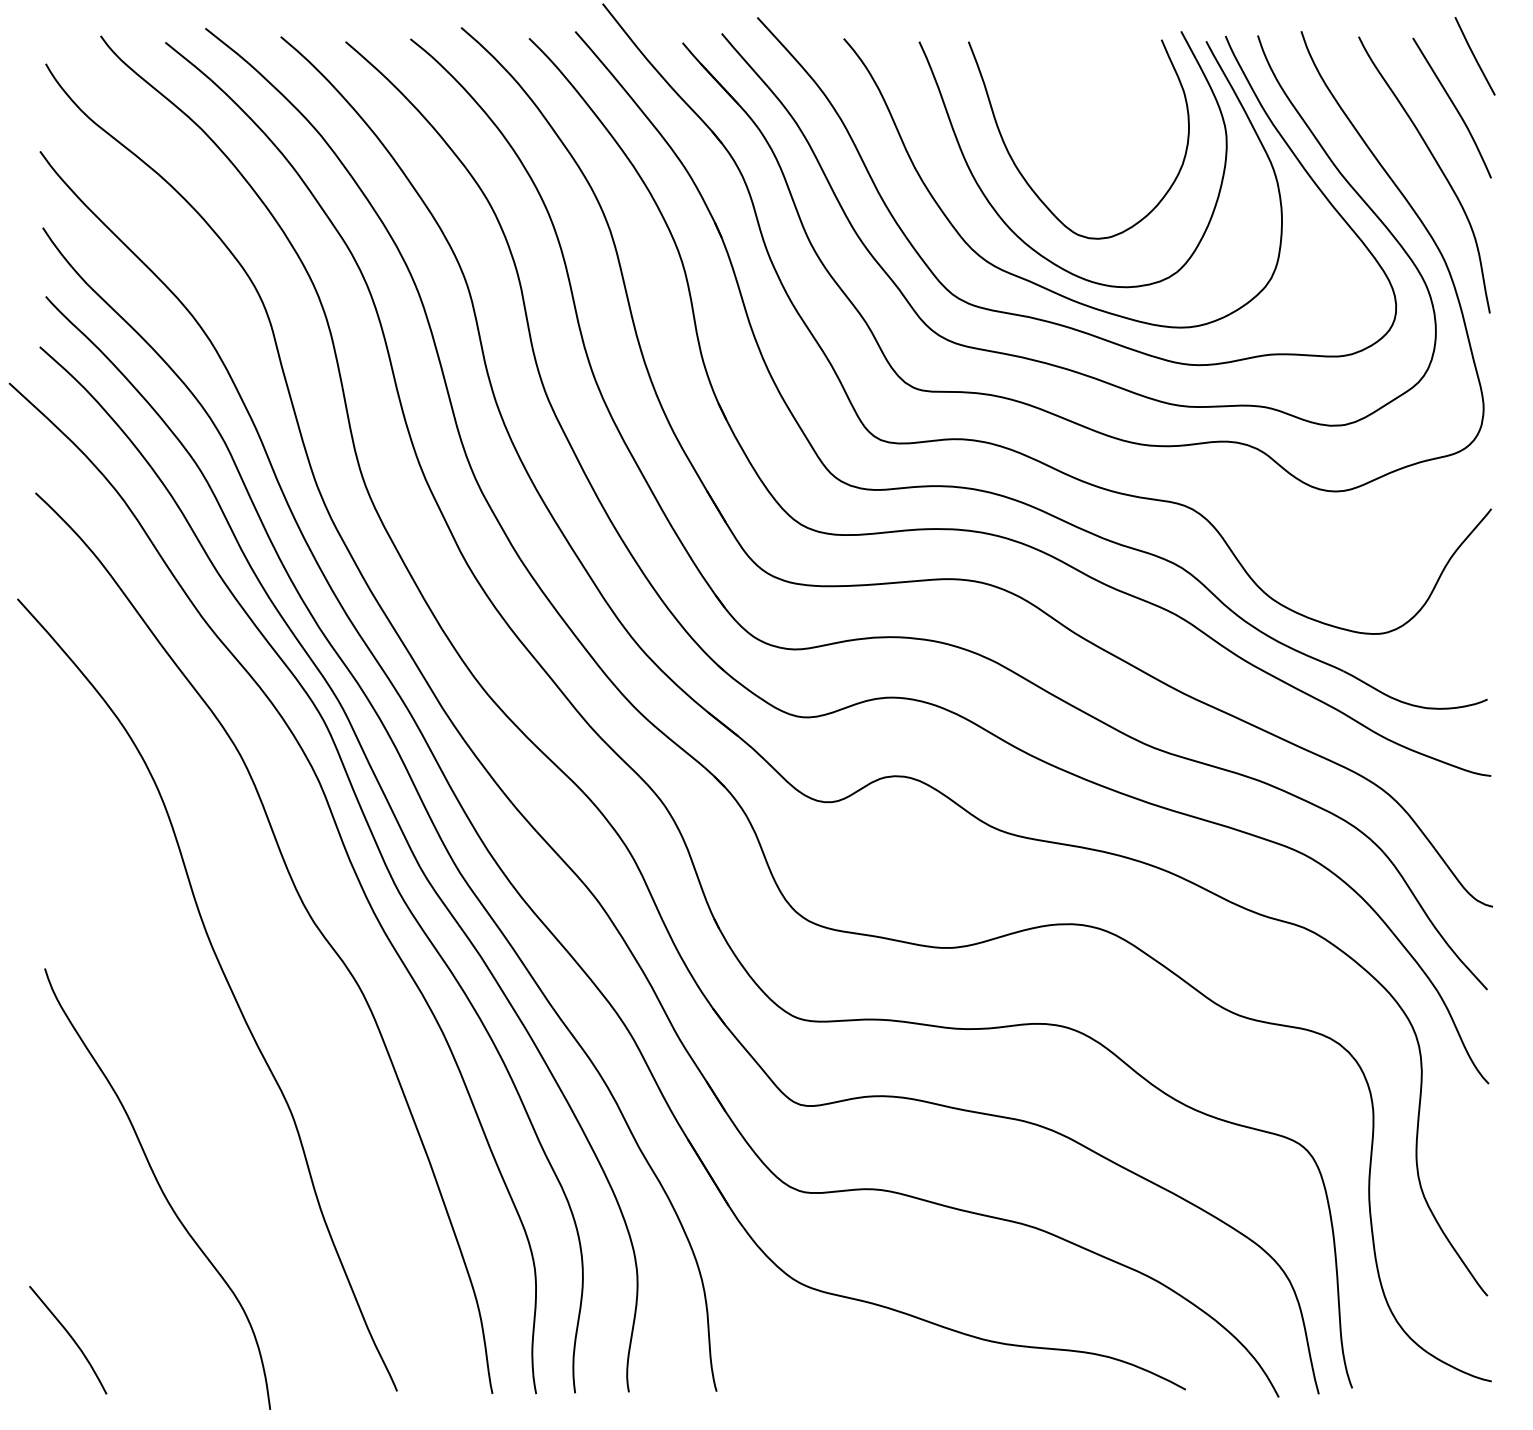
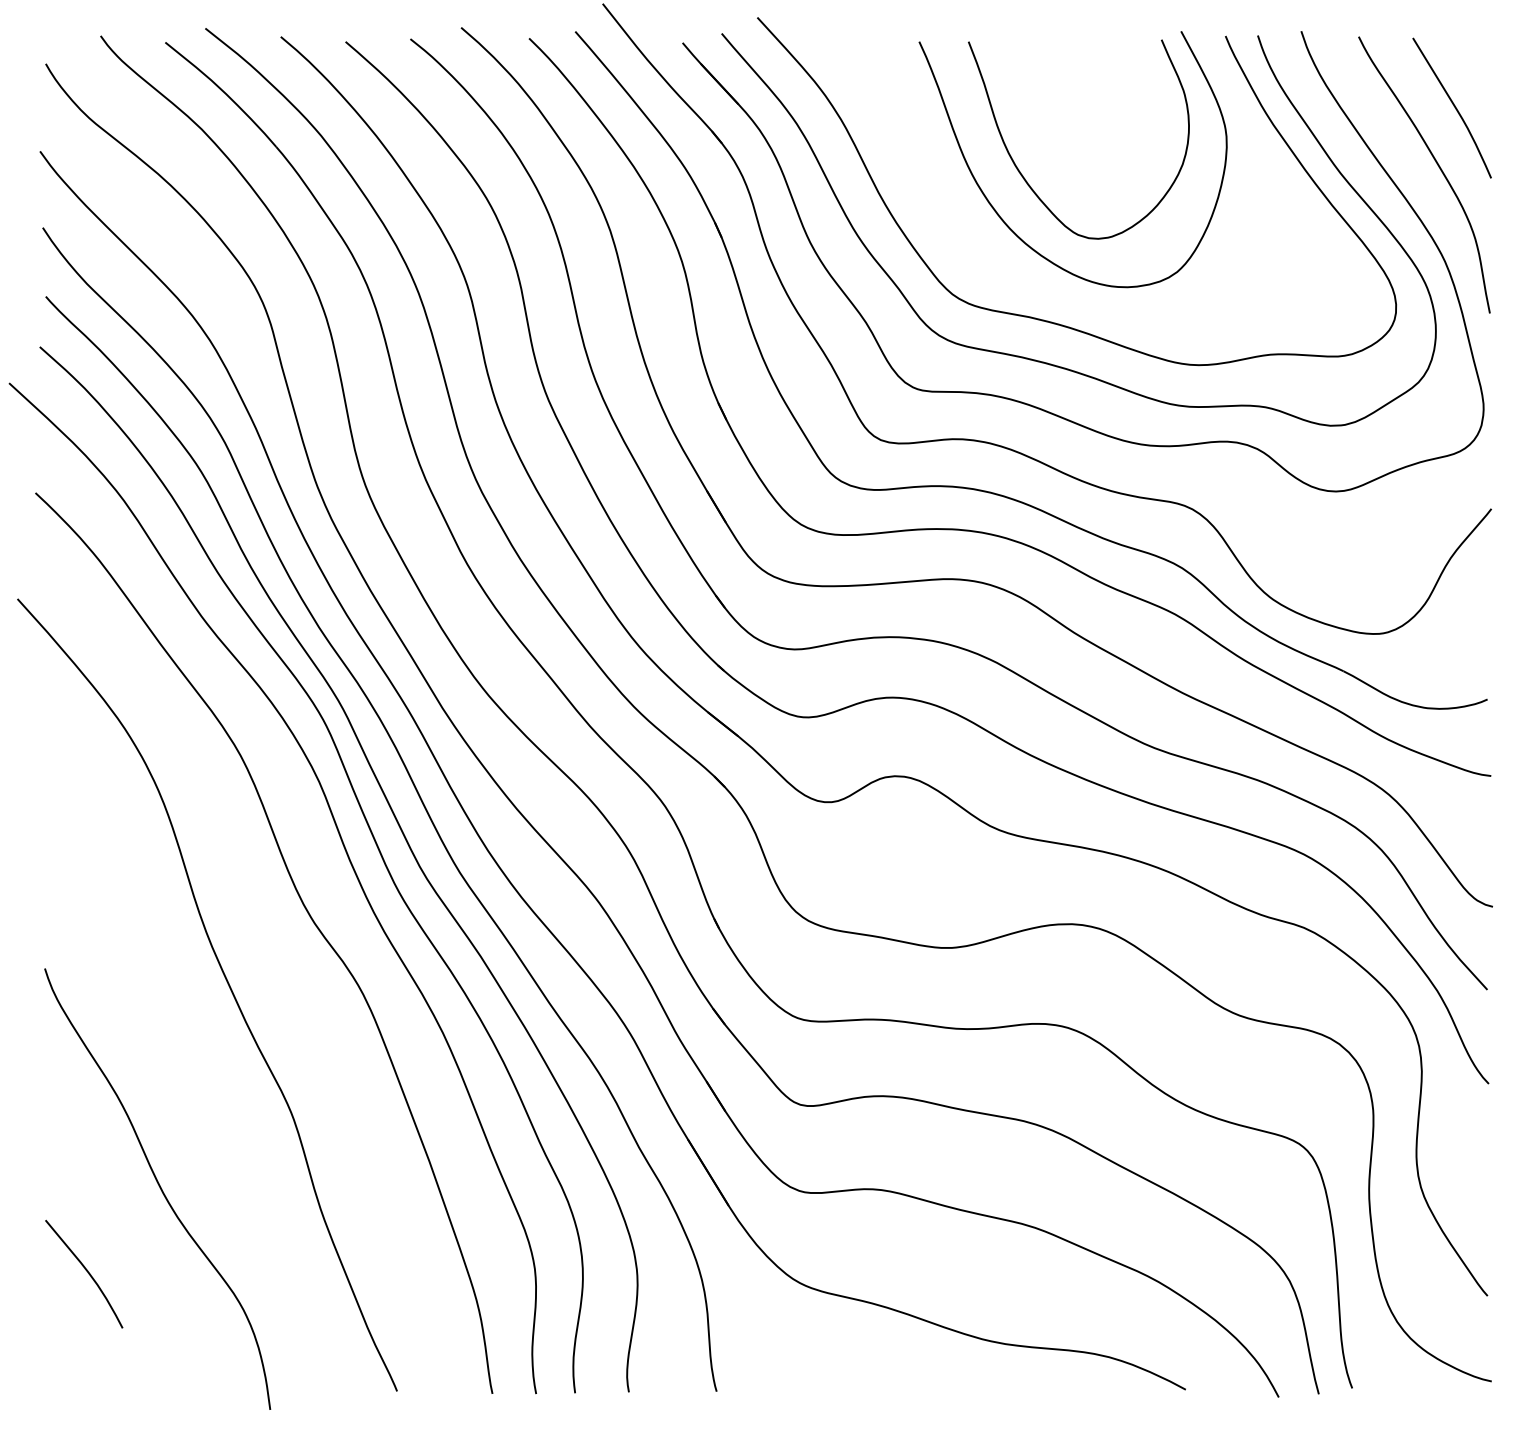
line at (1474, 56): present -> none
curve at (1023, 277): present -> none
curve at (70, 1337) position: (70, 1337) -> (86, 1271)
